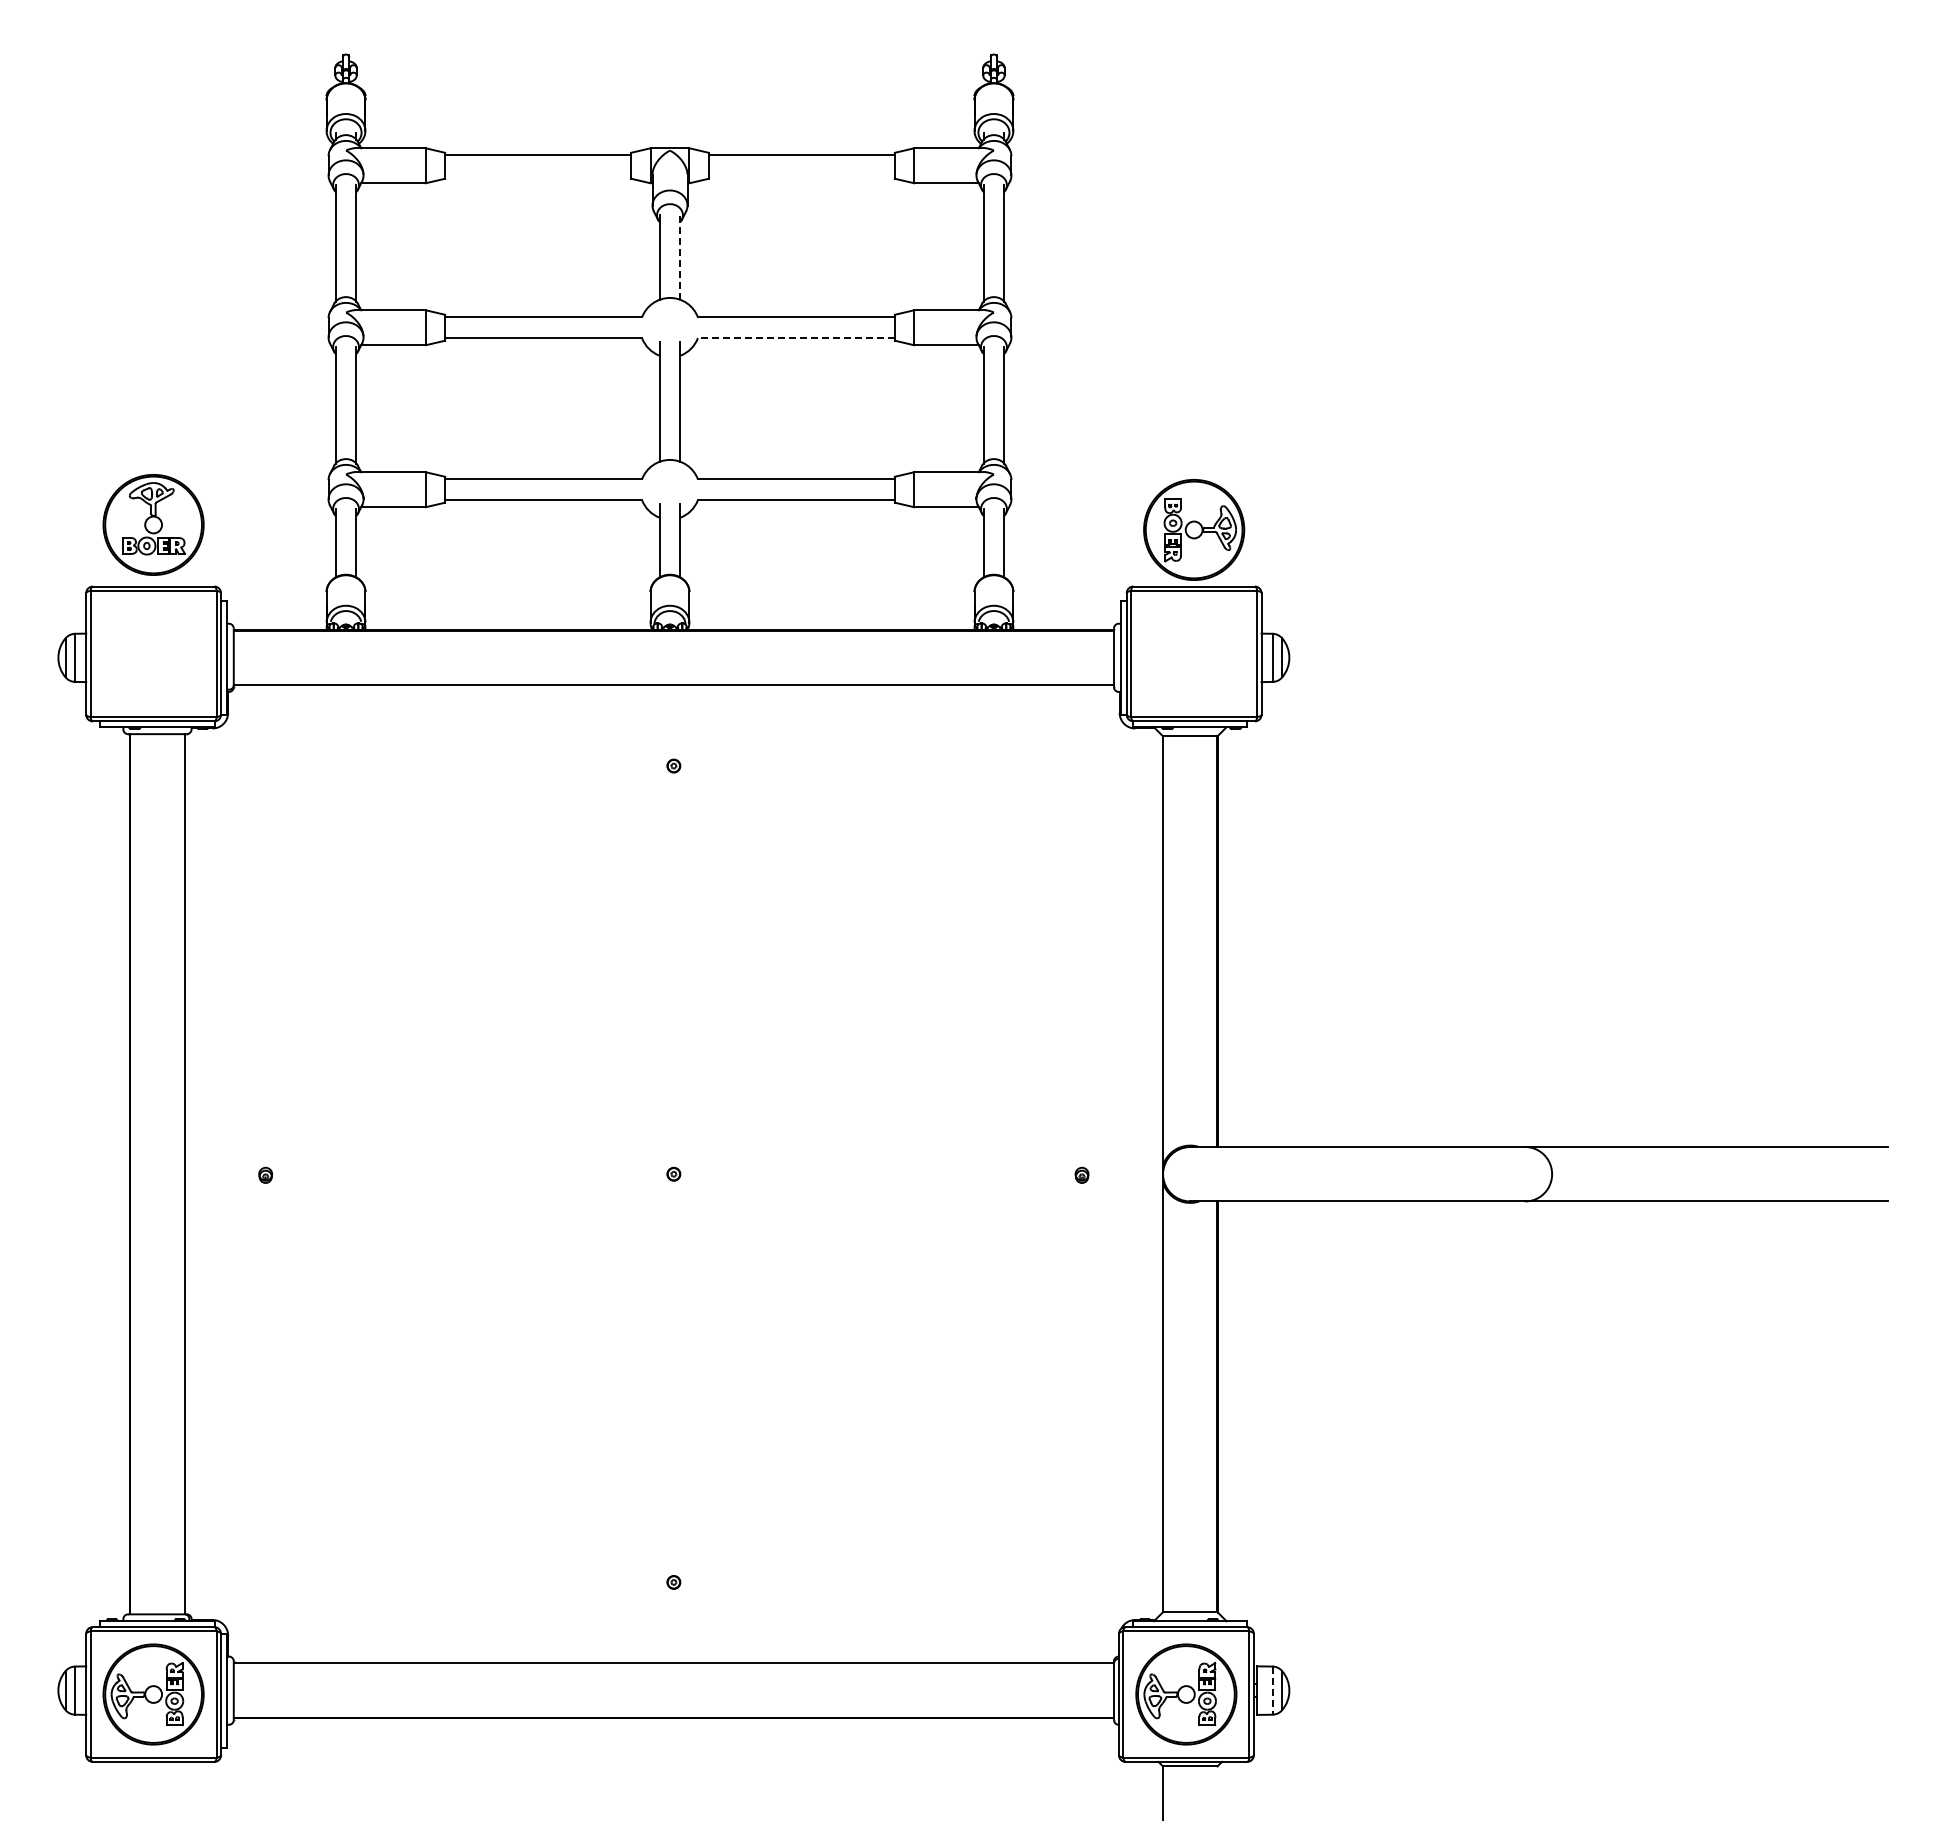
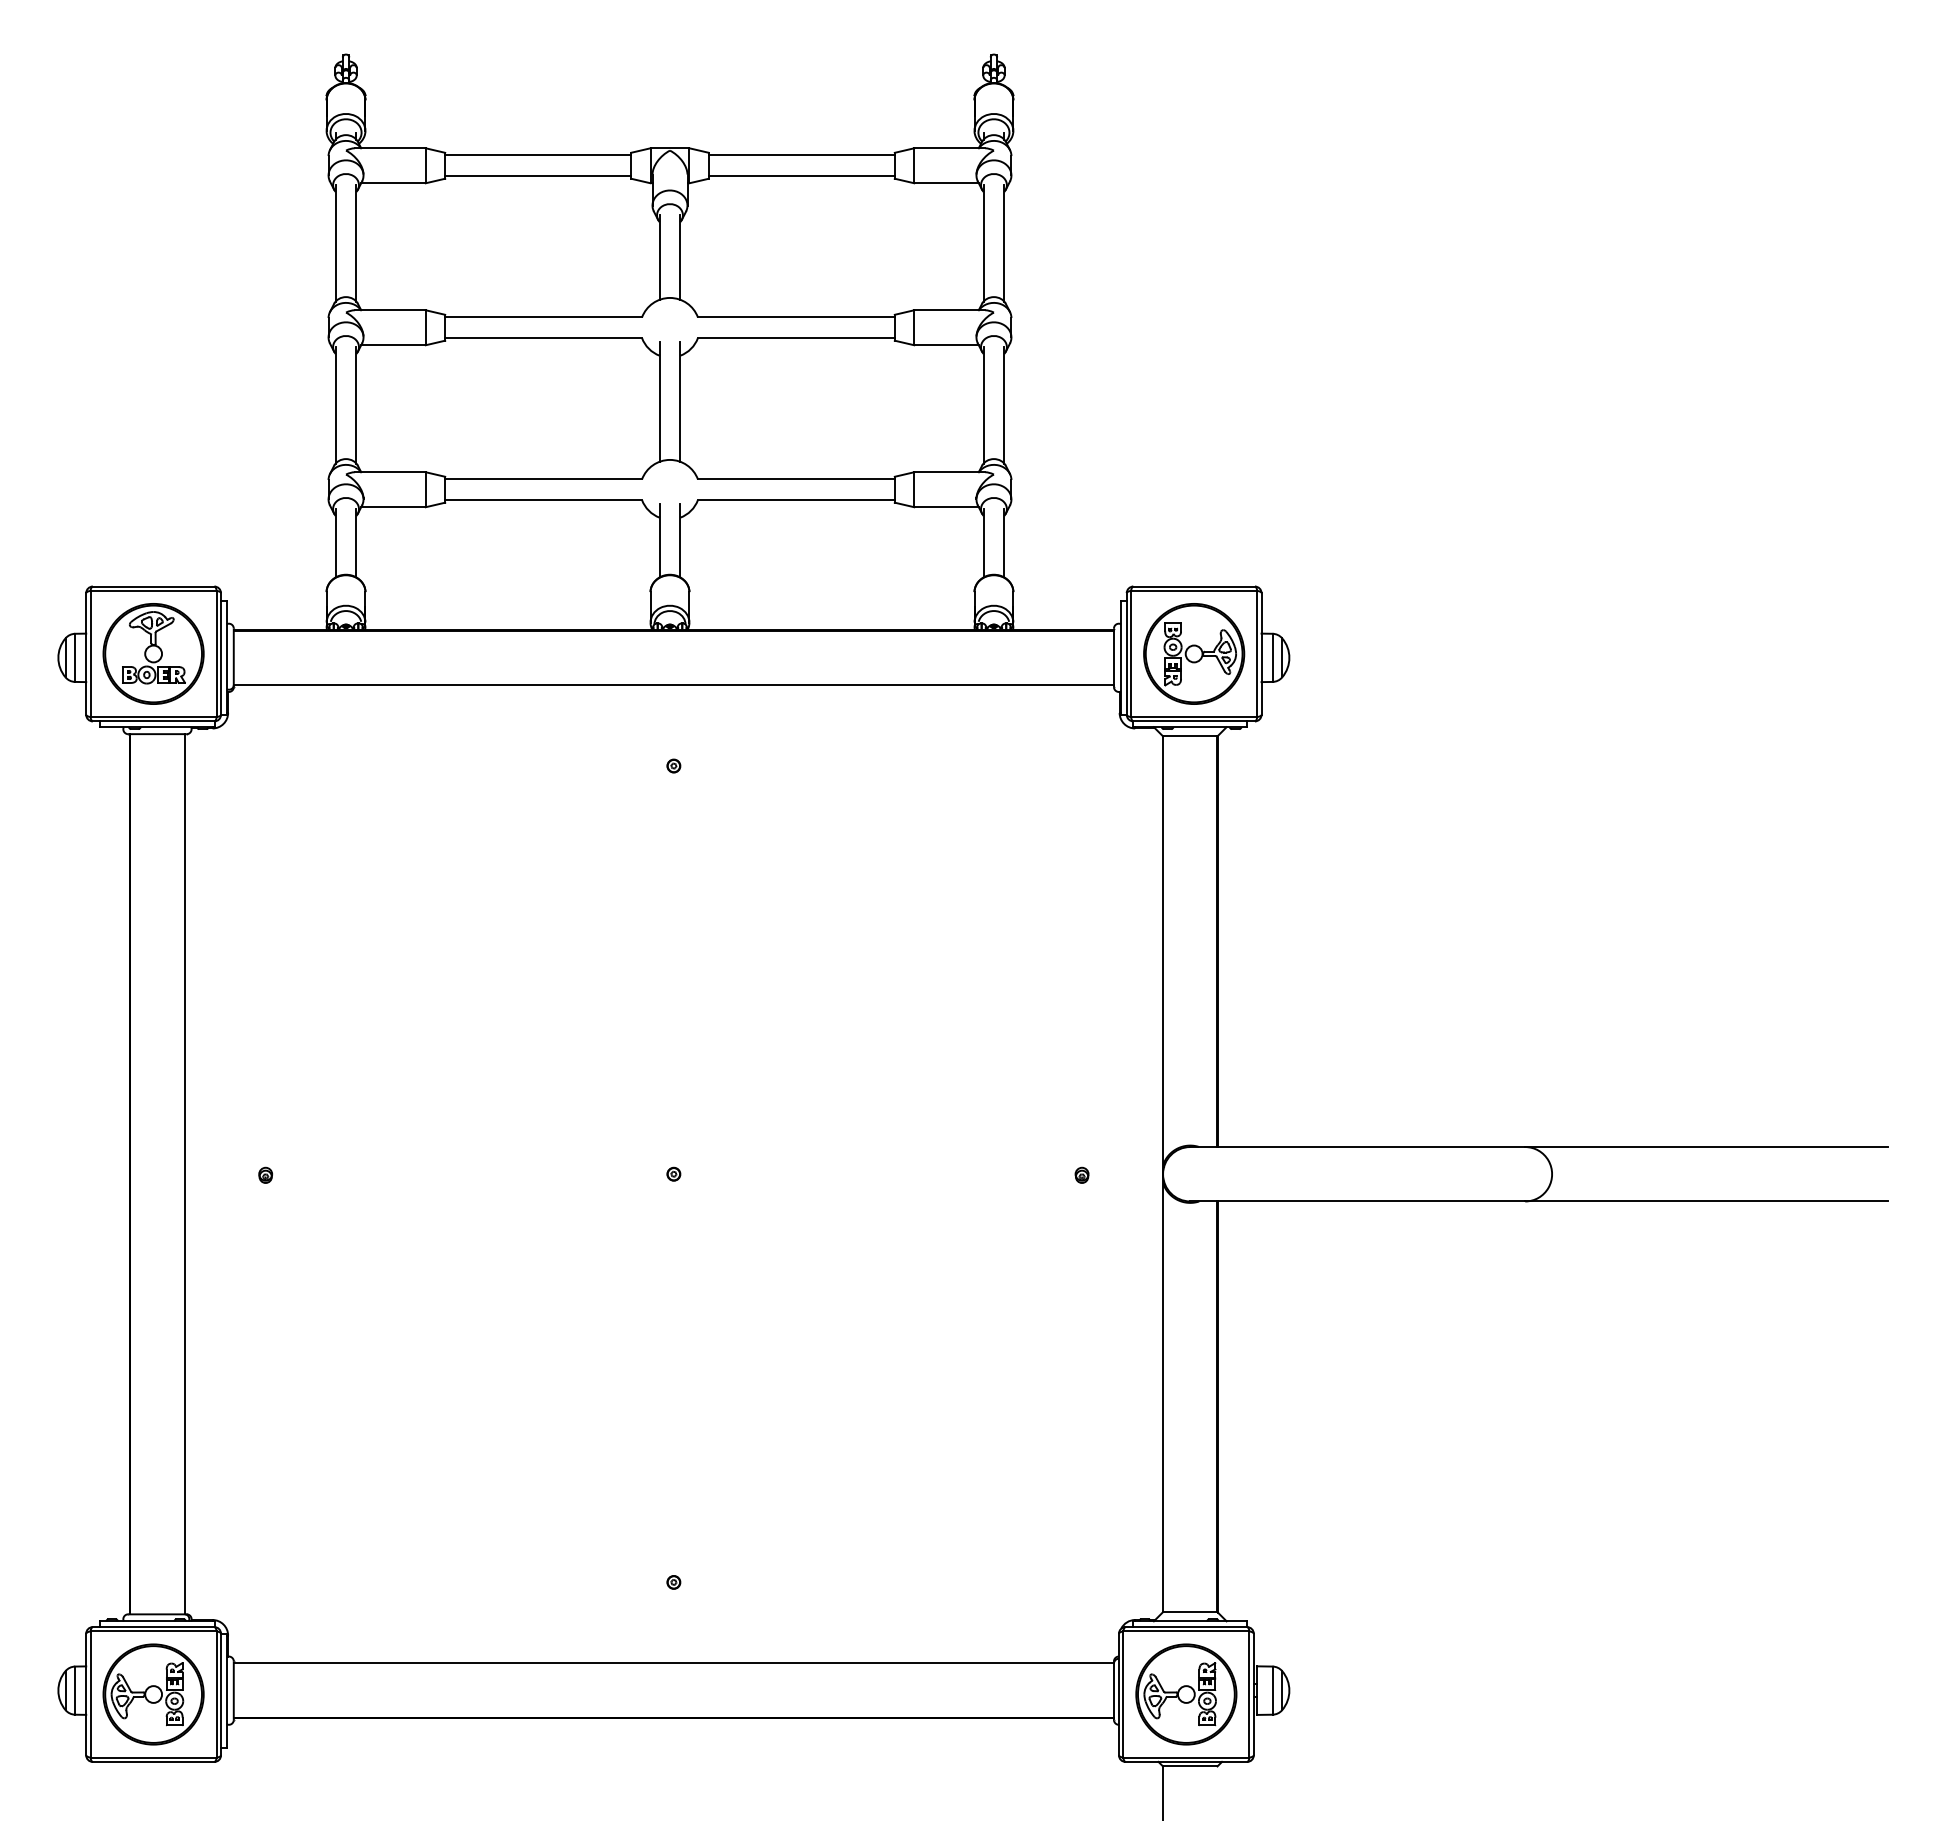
line at (538, 176): none -> present
line at (801, 176): none -> present
line at (680, 257): dashed -> solid
line at (795, 338): dashed -> solid
part at (153, 524) position: (153, 524) -> (153, 653)
part at (1194, 529) position: (1194, 529) -> (1194, 653)
line at (1272, 1691): dashed -> solid
